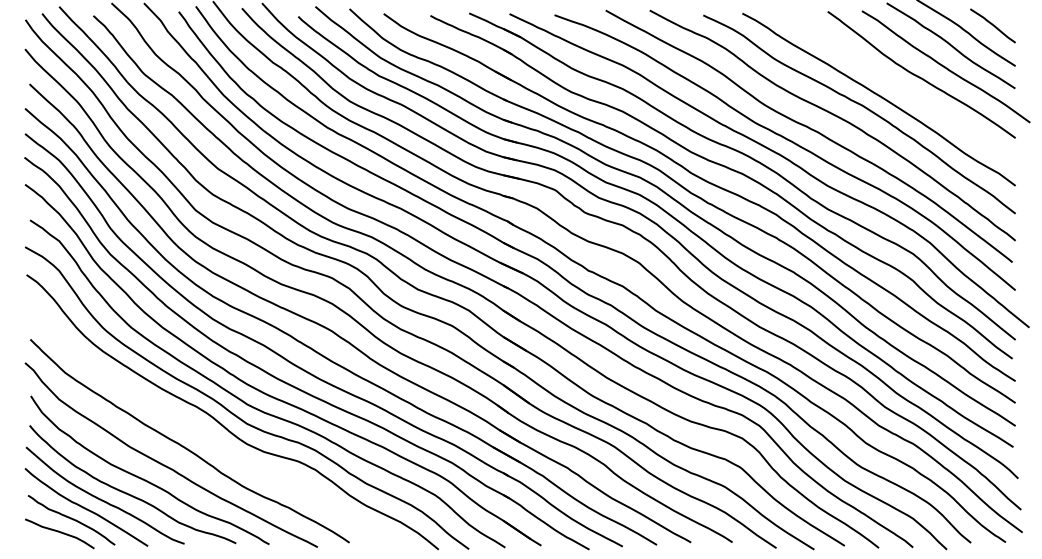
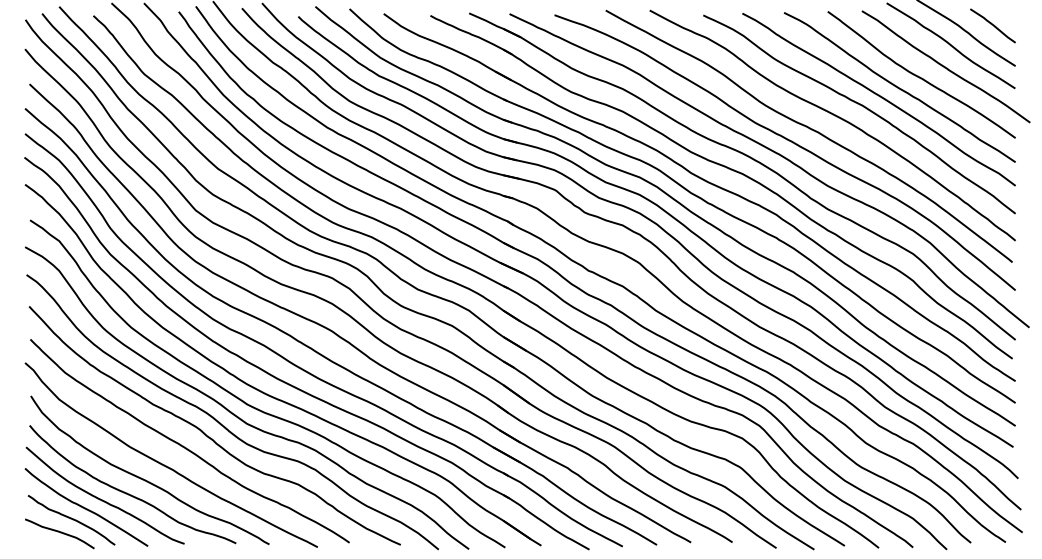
curve at (899, 87): none -> present
curve at (205, 433): none -> present
